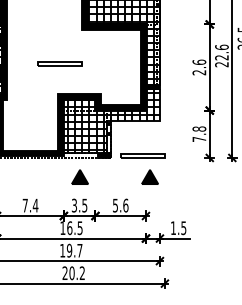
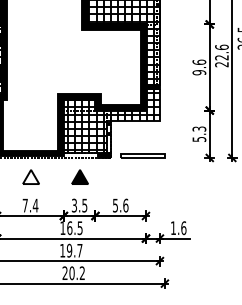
part at (59, 63): present -> none
text at (199, 72): 2.6 -> 9.6
text at (199, 133): 7.8 -> 5.3
part at (30, 176): none -> present
part at (149, 176): present -> none
text at (183, 228): 1.5 -> 1.6
